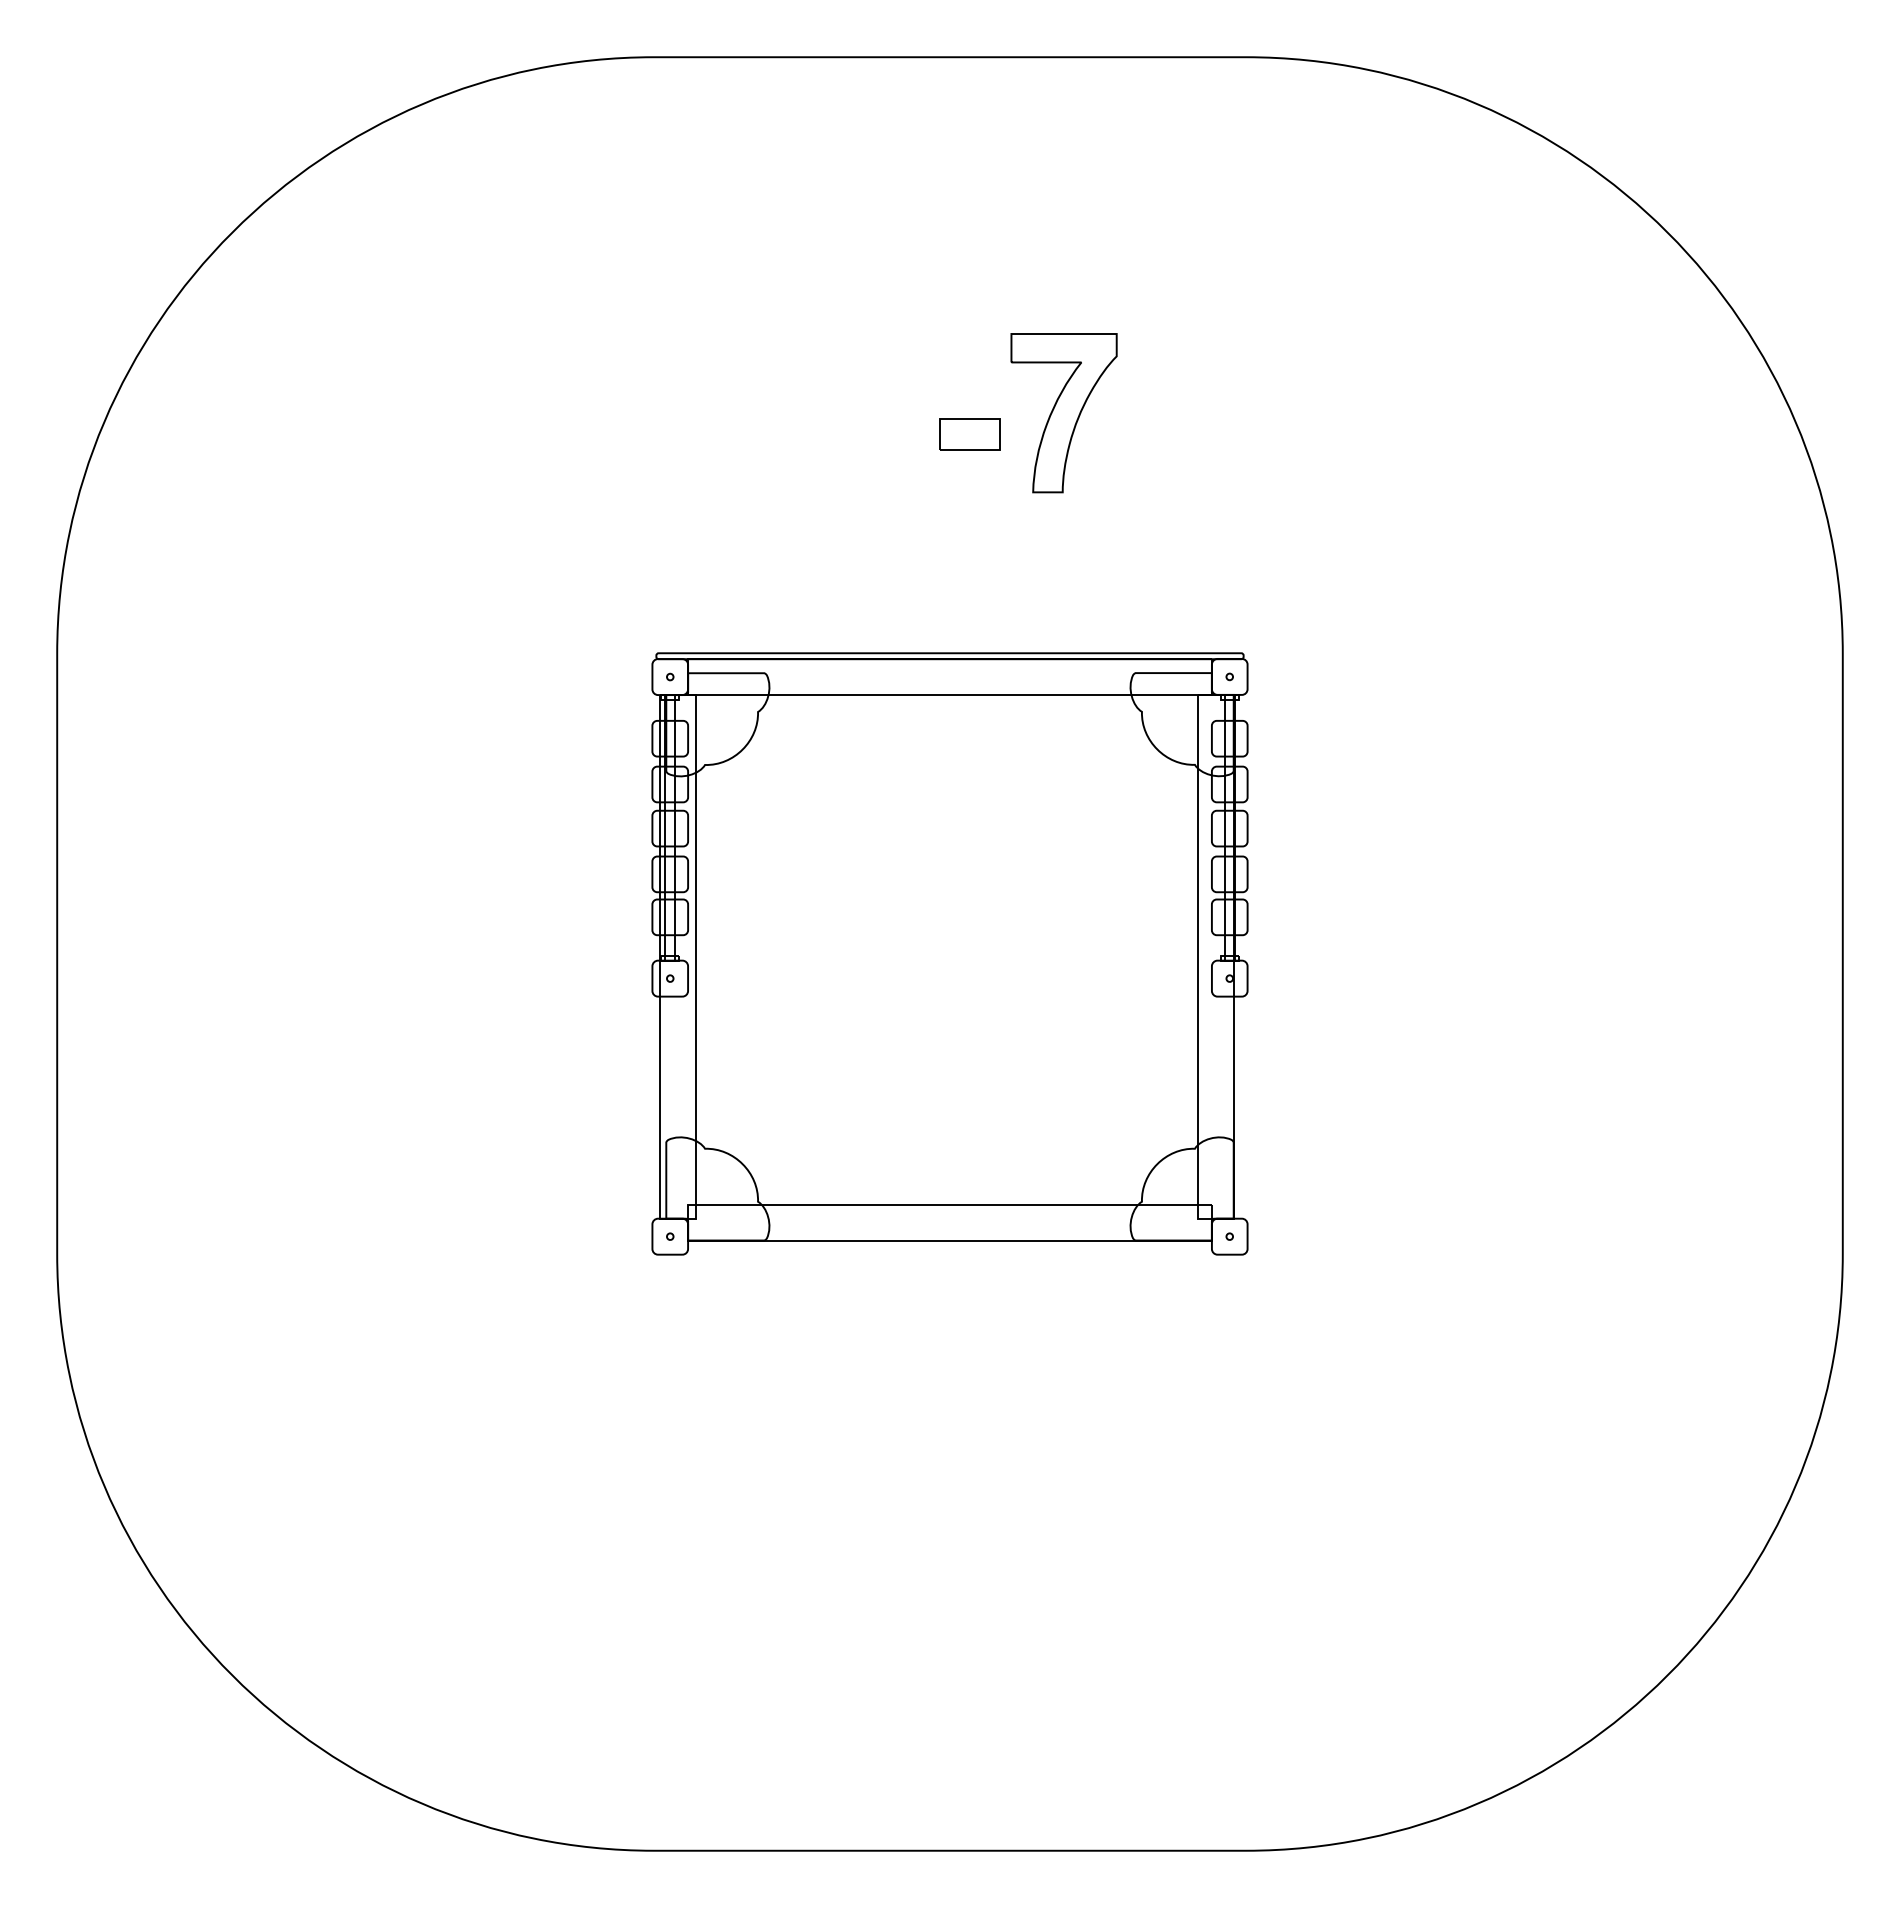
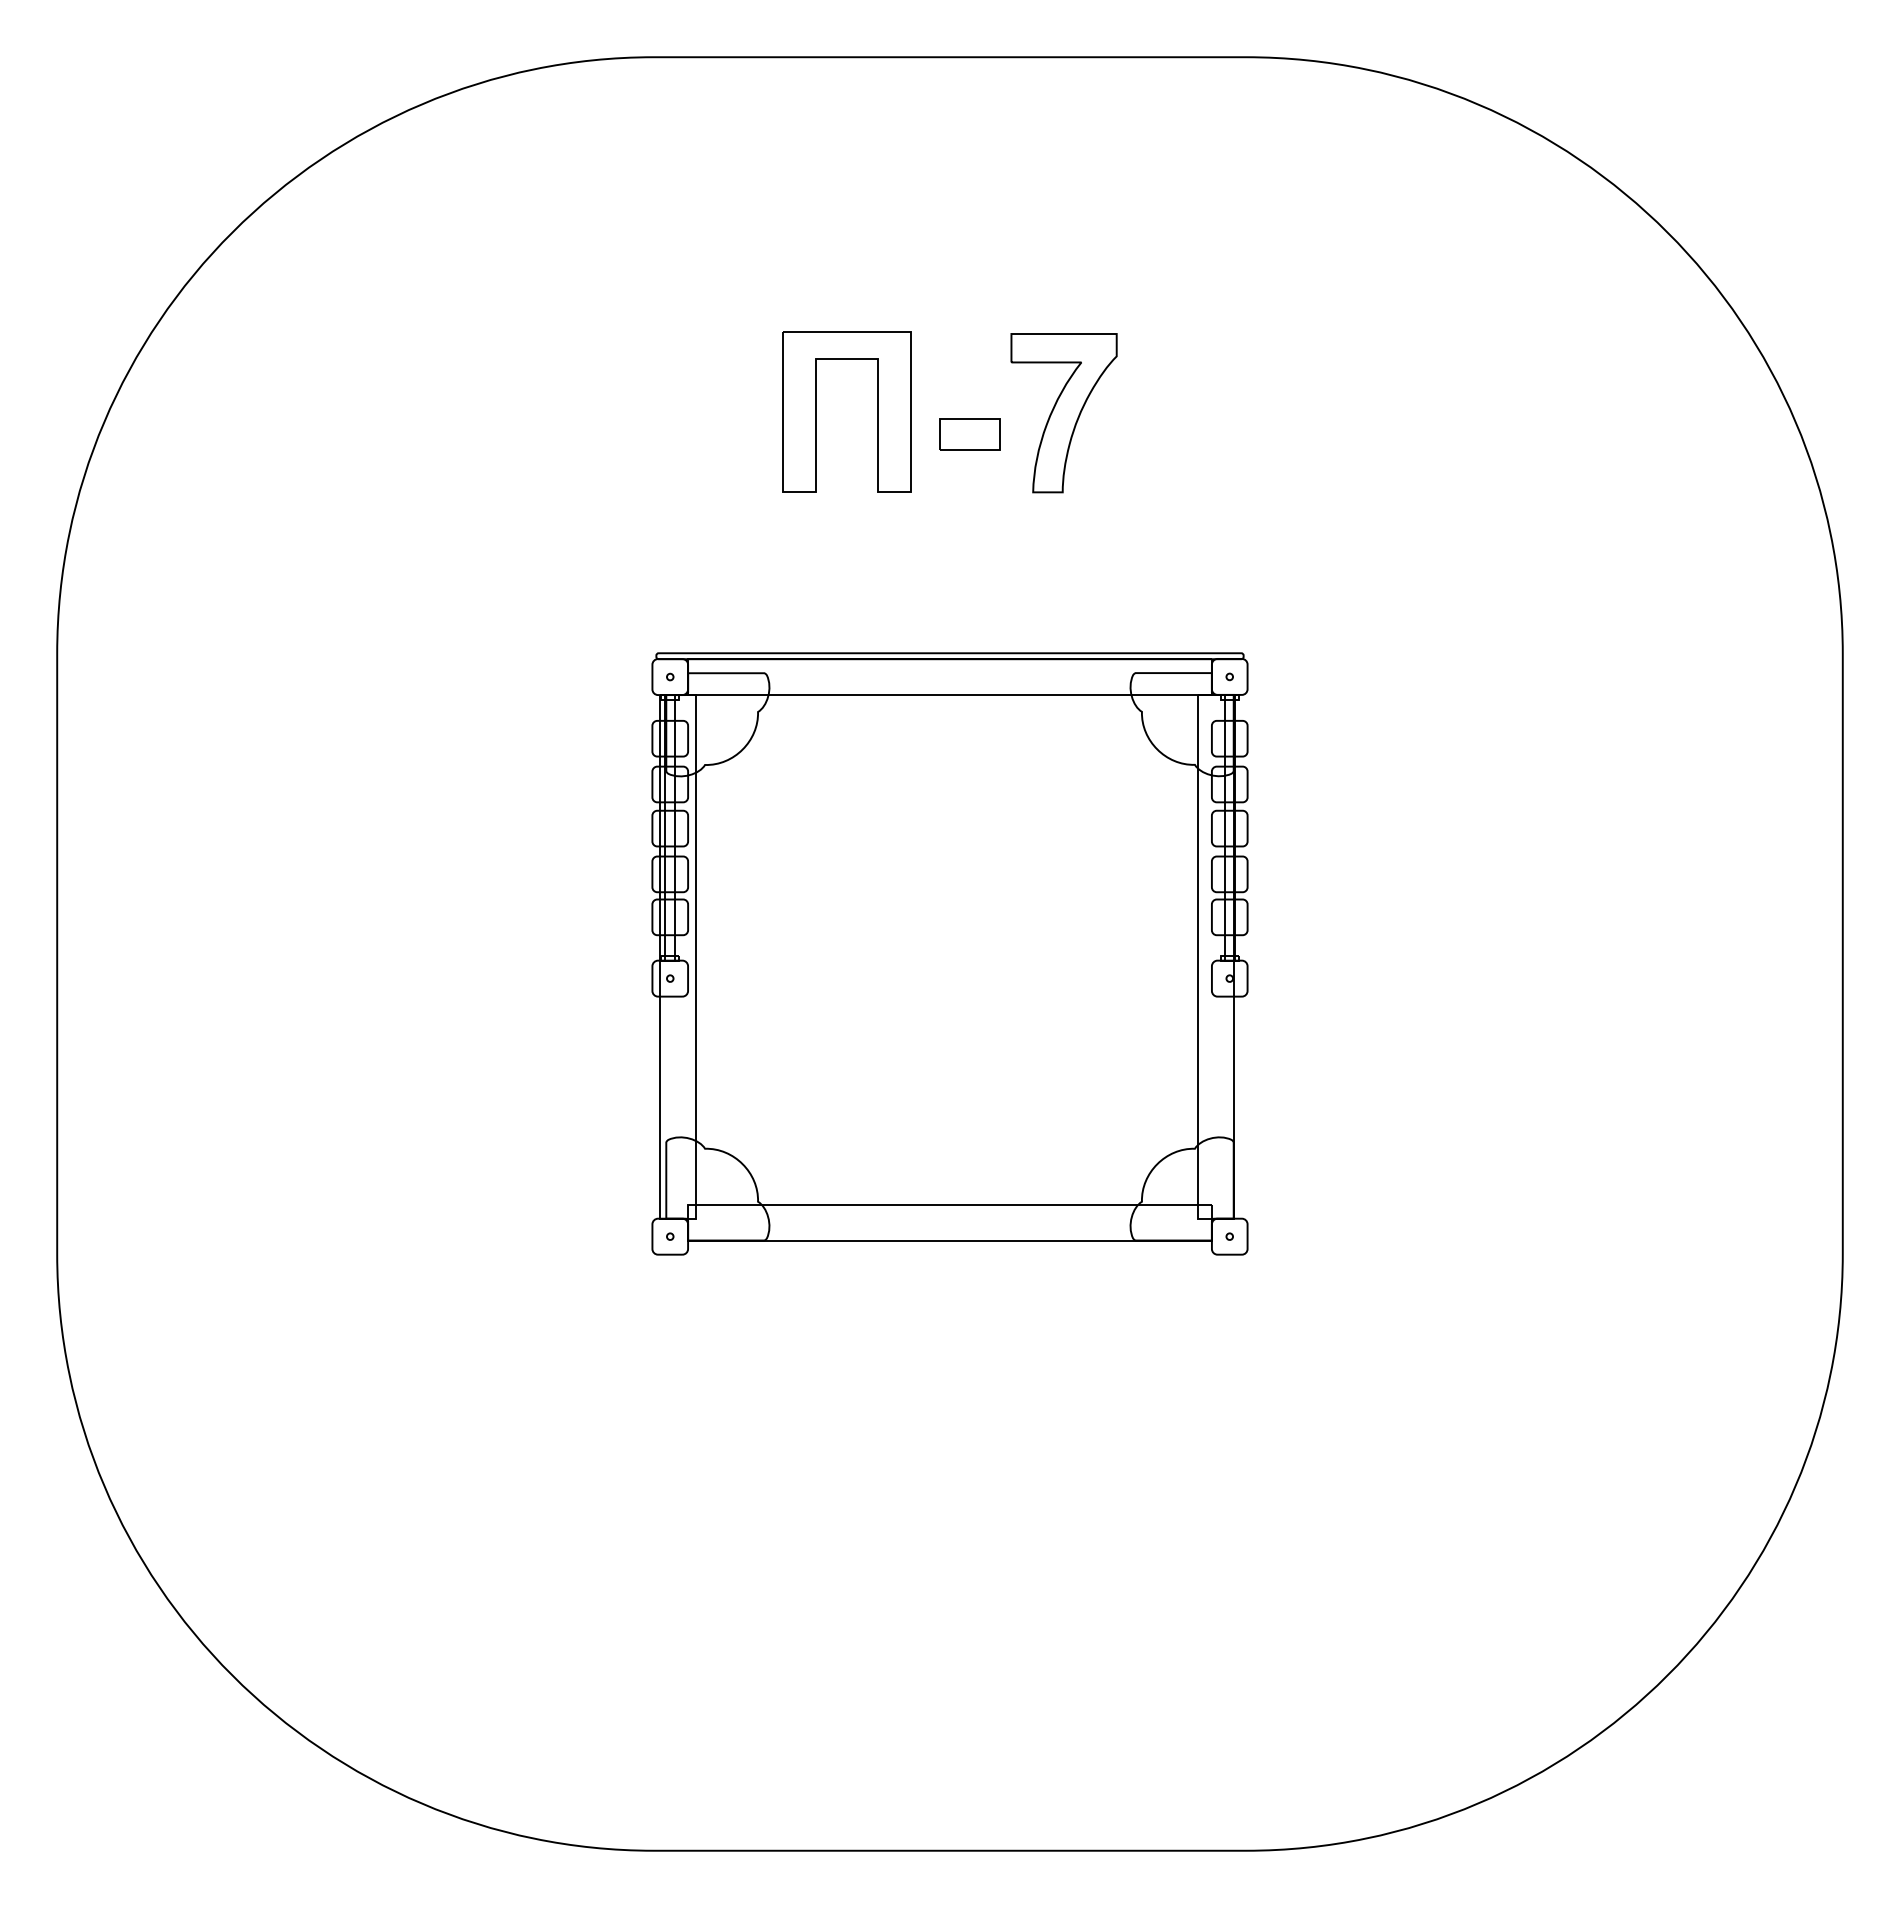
part at (816, 411): none -> present
